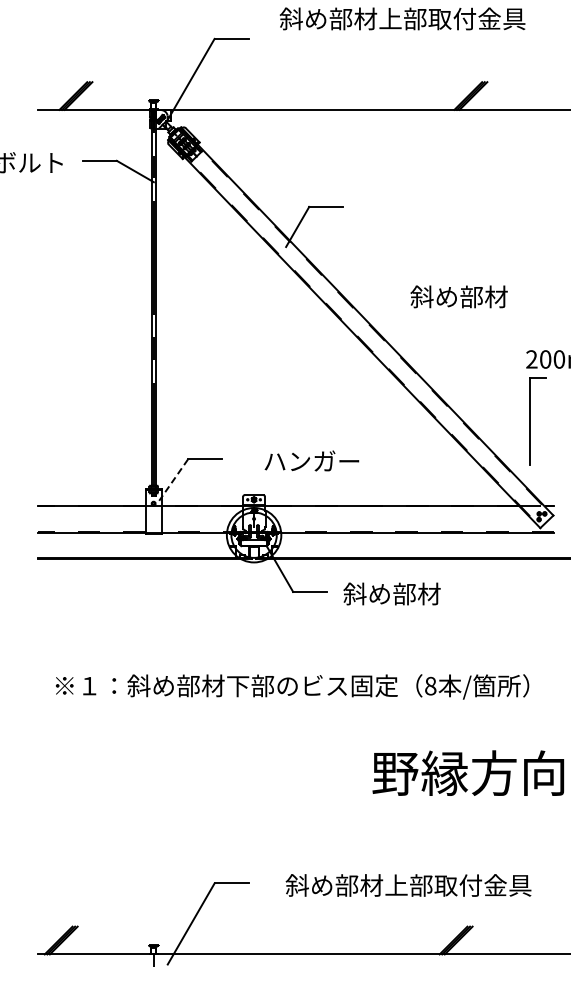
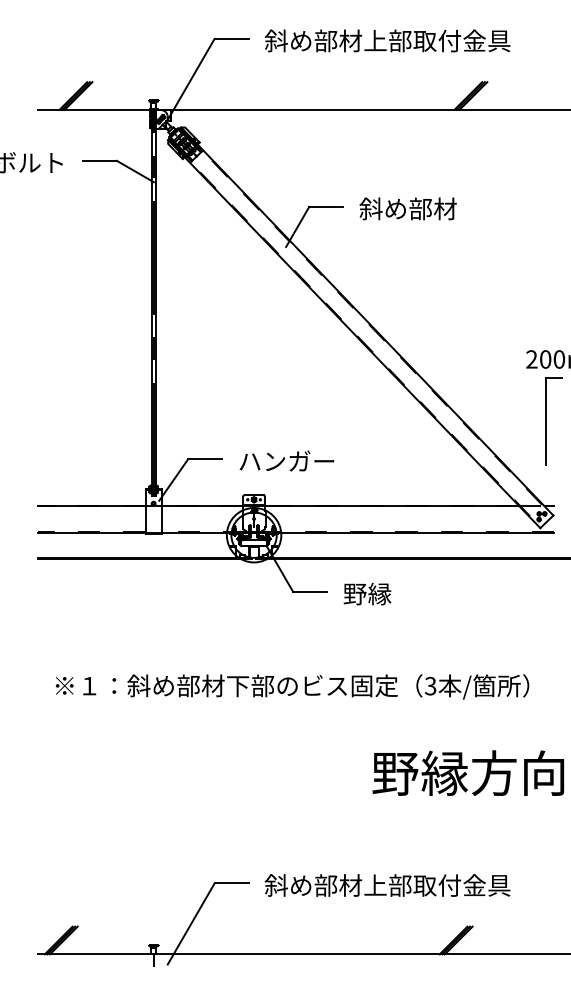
text at (402, 18) position: (402, 18) -> (387, 40)
text at (458, 296) position: (458, 296) -> (407, 208)
part at (530, 421) position: (530, 421) -> (546, 421)
text at (311, 460) position: (311, 460) -> (286, 460)
line at (173, 480): dashed -> solid
text at (391, 593): 斜め部材 -> 野縁
text at (430, 685): 8 -> 3
text at (408, 885) position: (408, 885) -> (387, 885)
